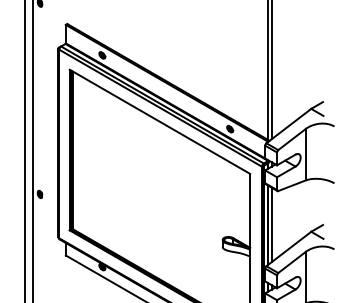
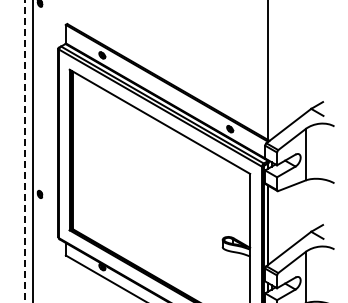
line at (271, 70): present -> none
line at (24, 152): solid -> dashed
line at (271, 224): present -> none
